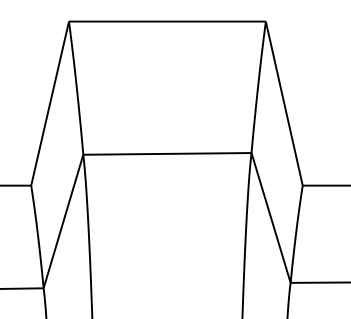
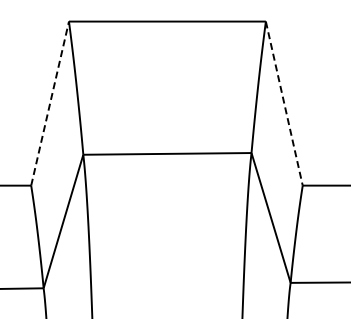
line at (284, 102): solid -> dashed
line at (50, 103): solid -> dashed
